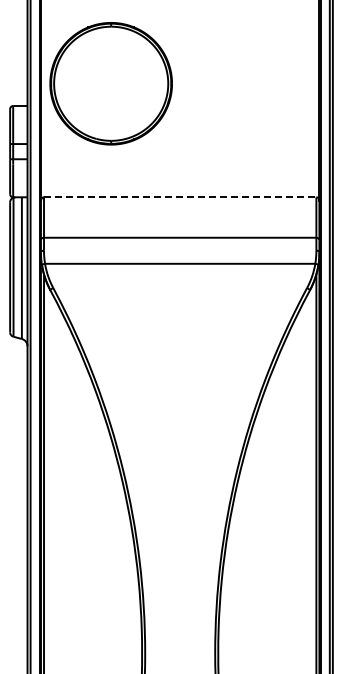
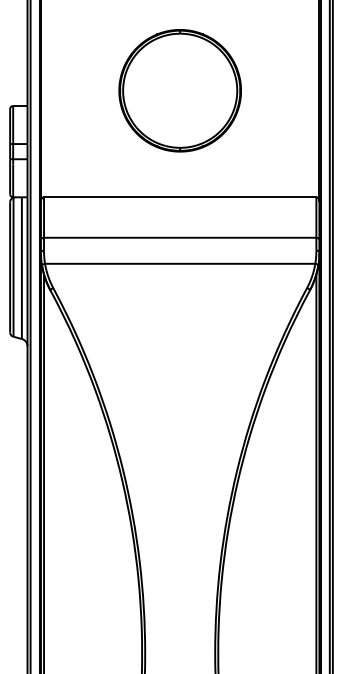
part at (110, 83) position: (110, 83) -> (179, 90)
line at (180, 197): dashed -> solid
